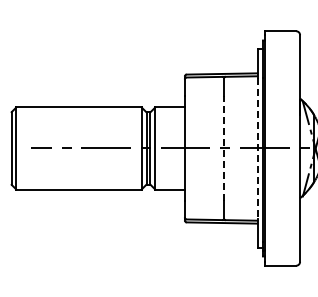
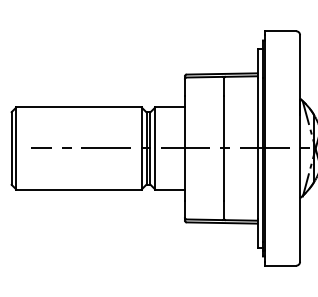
line at (223, 148): dashed -> solid
line at (257, 148): dashed -> solid
